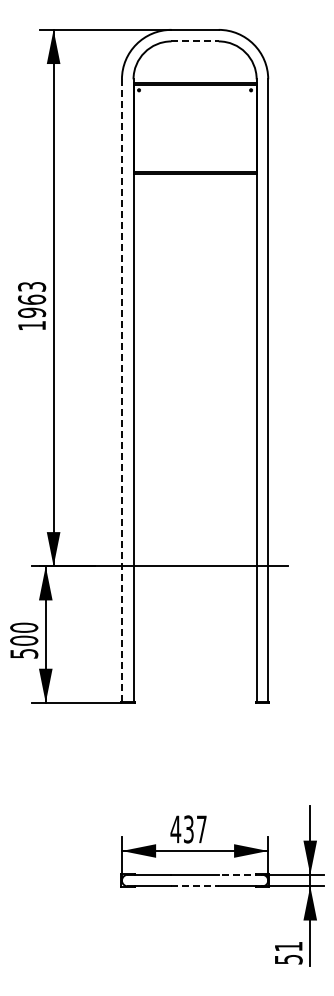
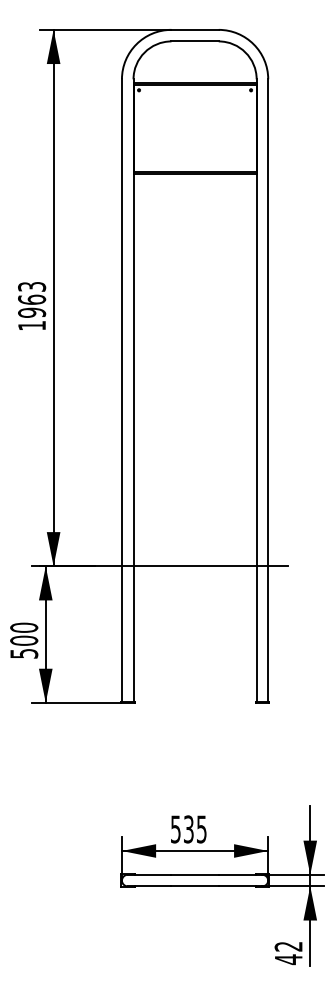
line at (195, 41): dashed -> solid
line at (121, 391): dashed -> solid
text at (188, 829): 437 -> 535
line at (240, 874): dashed -> solid
line at (195, 886): dashed -> solid
text at (288, 953): 51 -> 42
